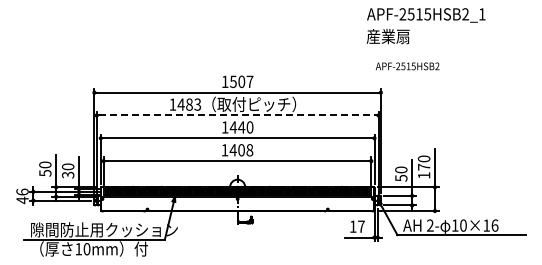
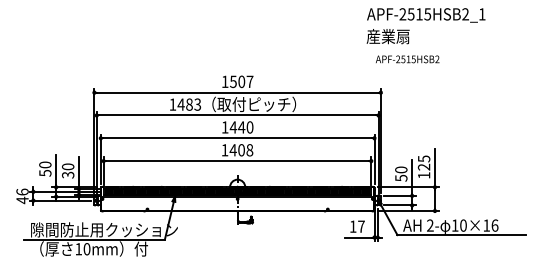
text at (407, 66) position: (407, 66) -> (407, 59)
line at (237, 115): dashed -> solid
text at (423, 162): 170 -> 125
